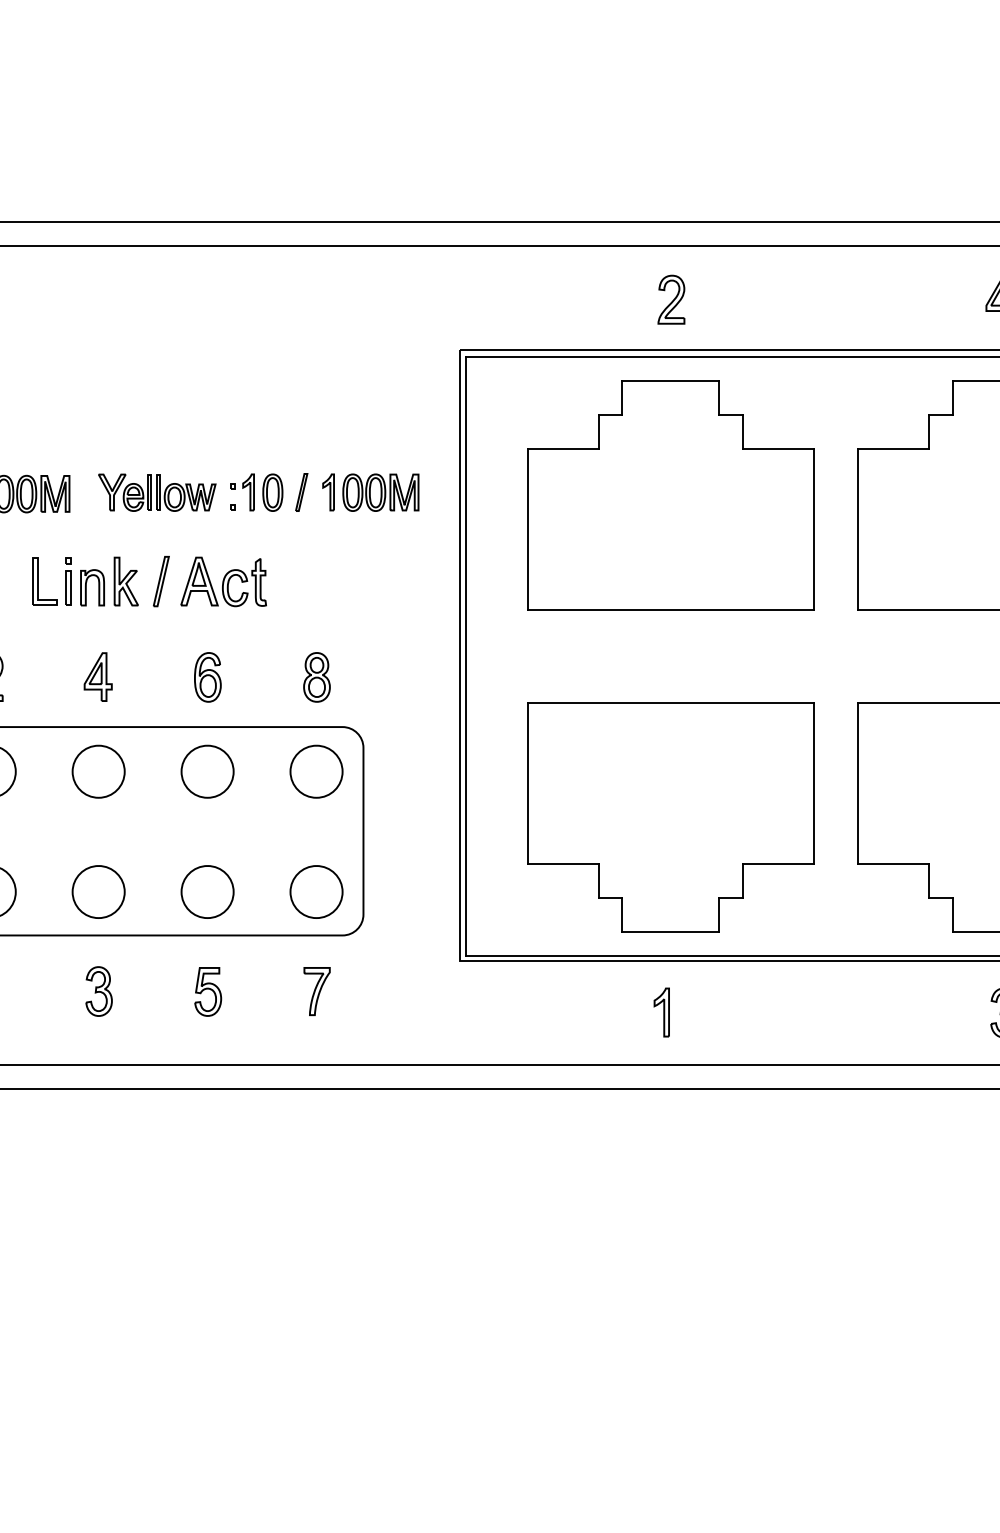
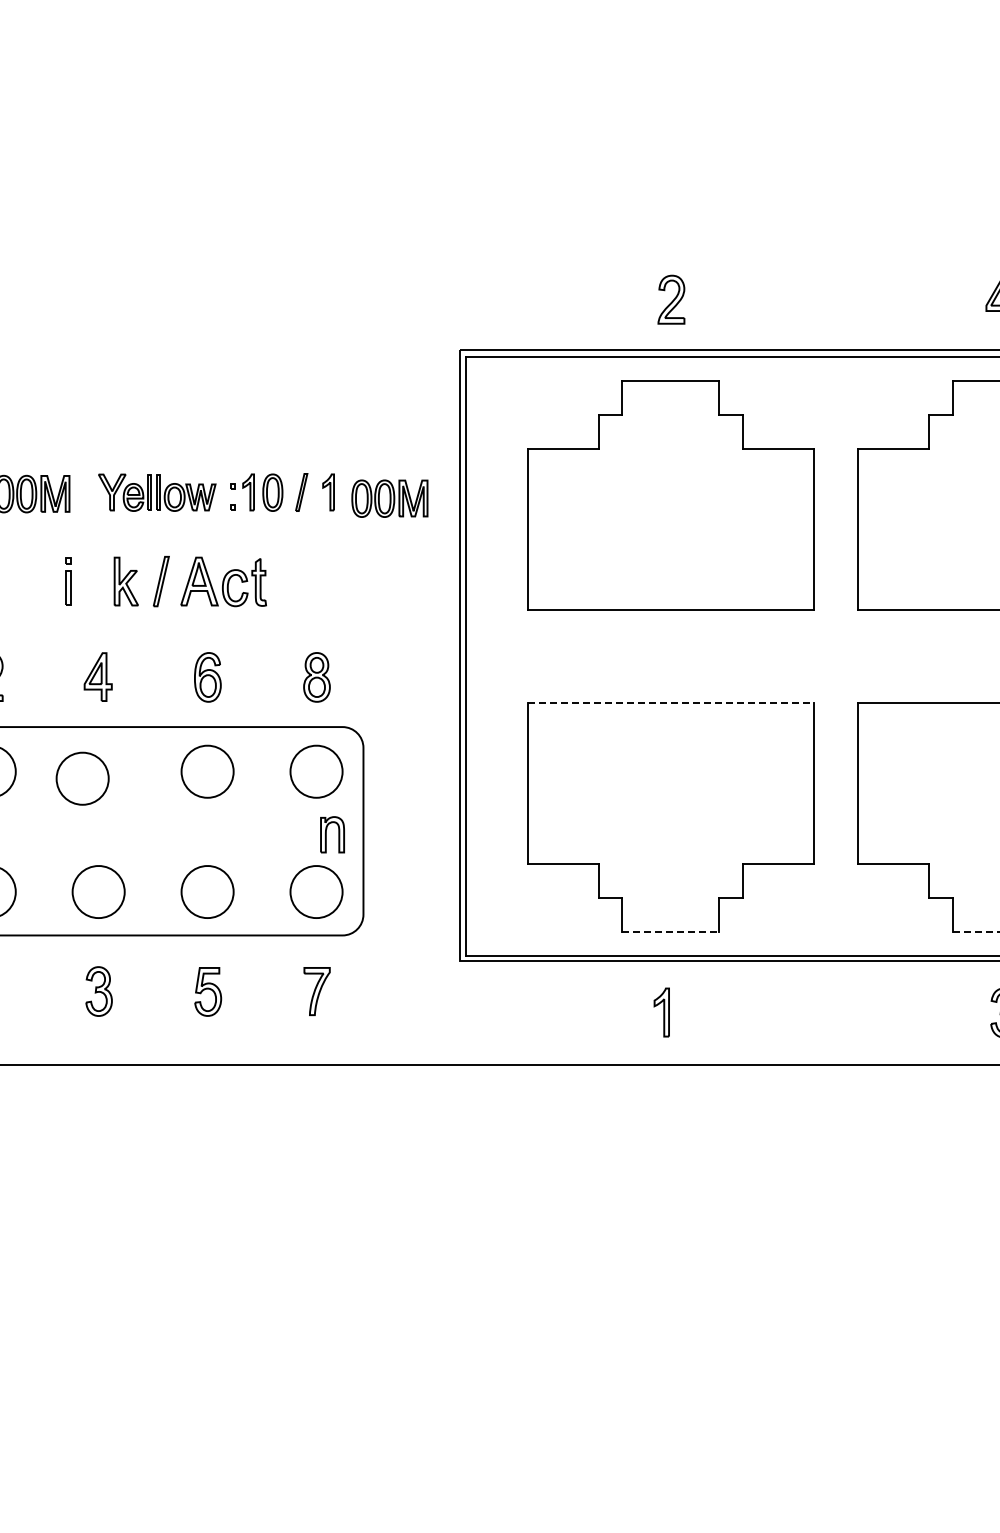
line at (499, 221): present -> none
line at (499, 245): present -> none
part at (380, 492) position: (380, 492) -> (389, 498)
part at (44, 581): present -> none
part at (92, 587) position: (92, 587) -> (332, 834)
line at (671, 703): solid -> dashed
part at (98, 771) position: (98, 771) -> (82, 778)
line at (671, 932): solid -> dashed
line at (976, 932): solid -> dashed
line at (499, 1088): present -> none
